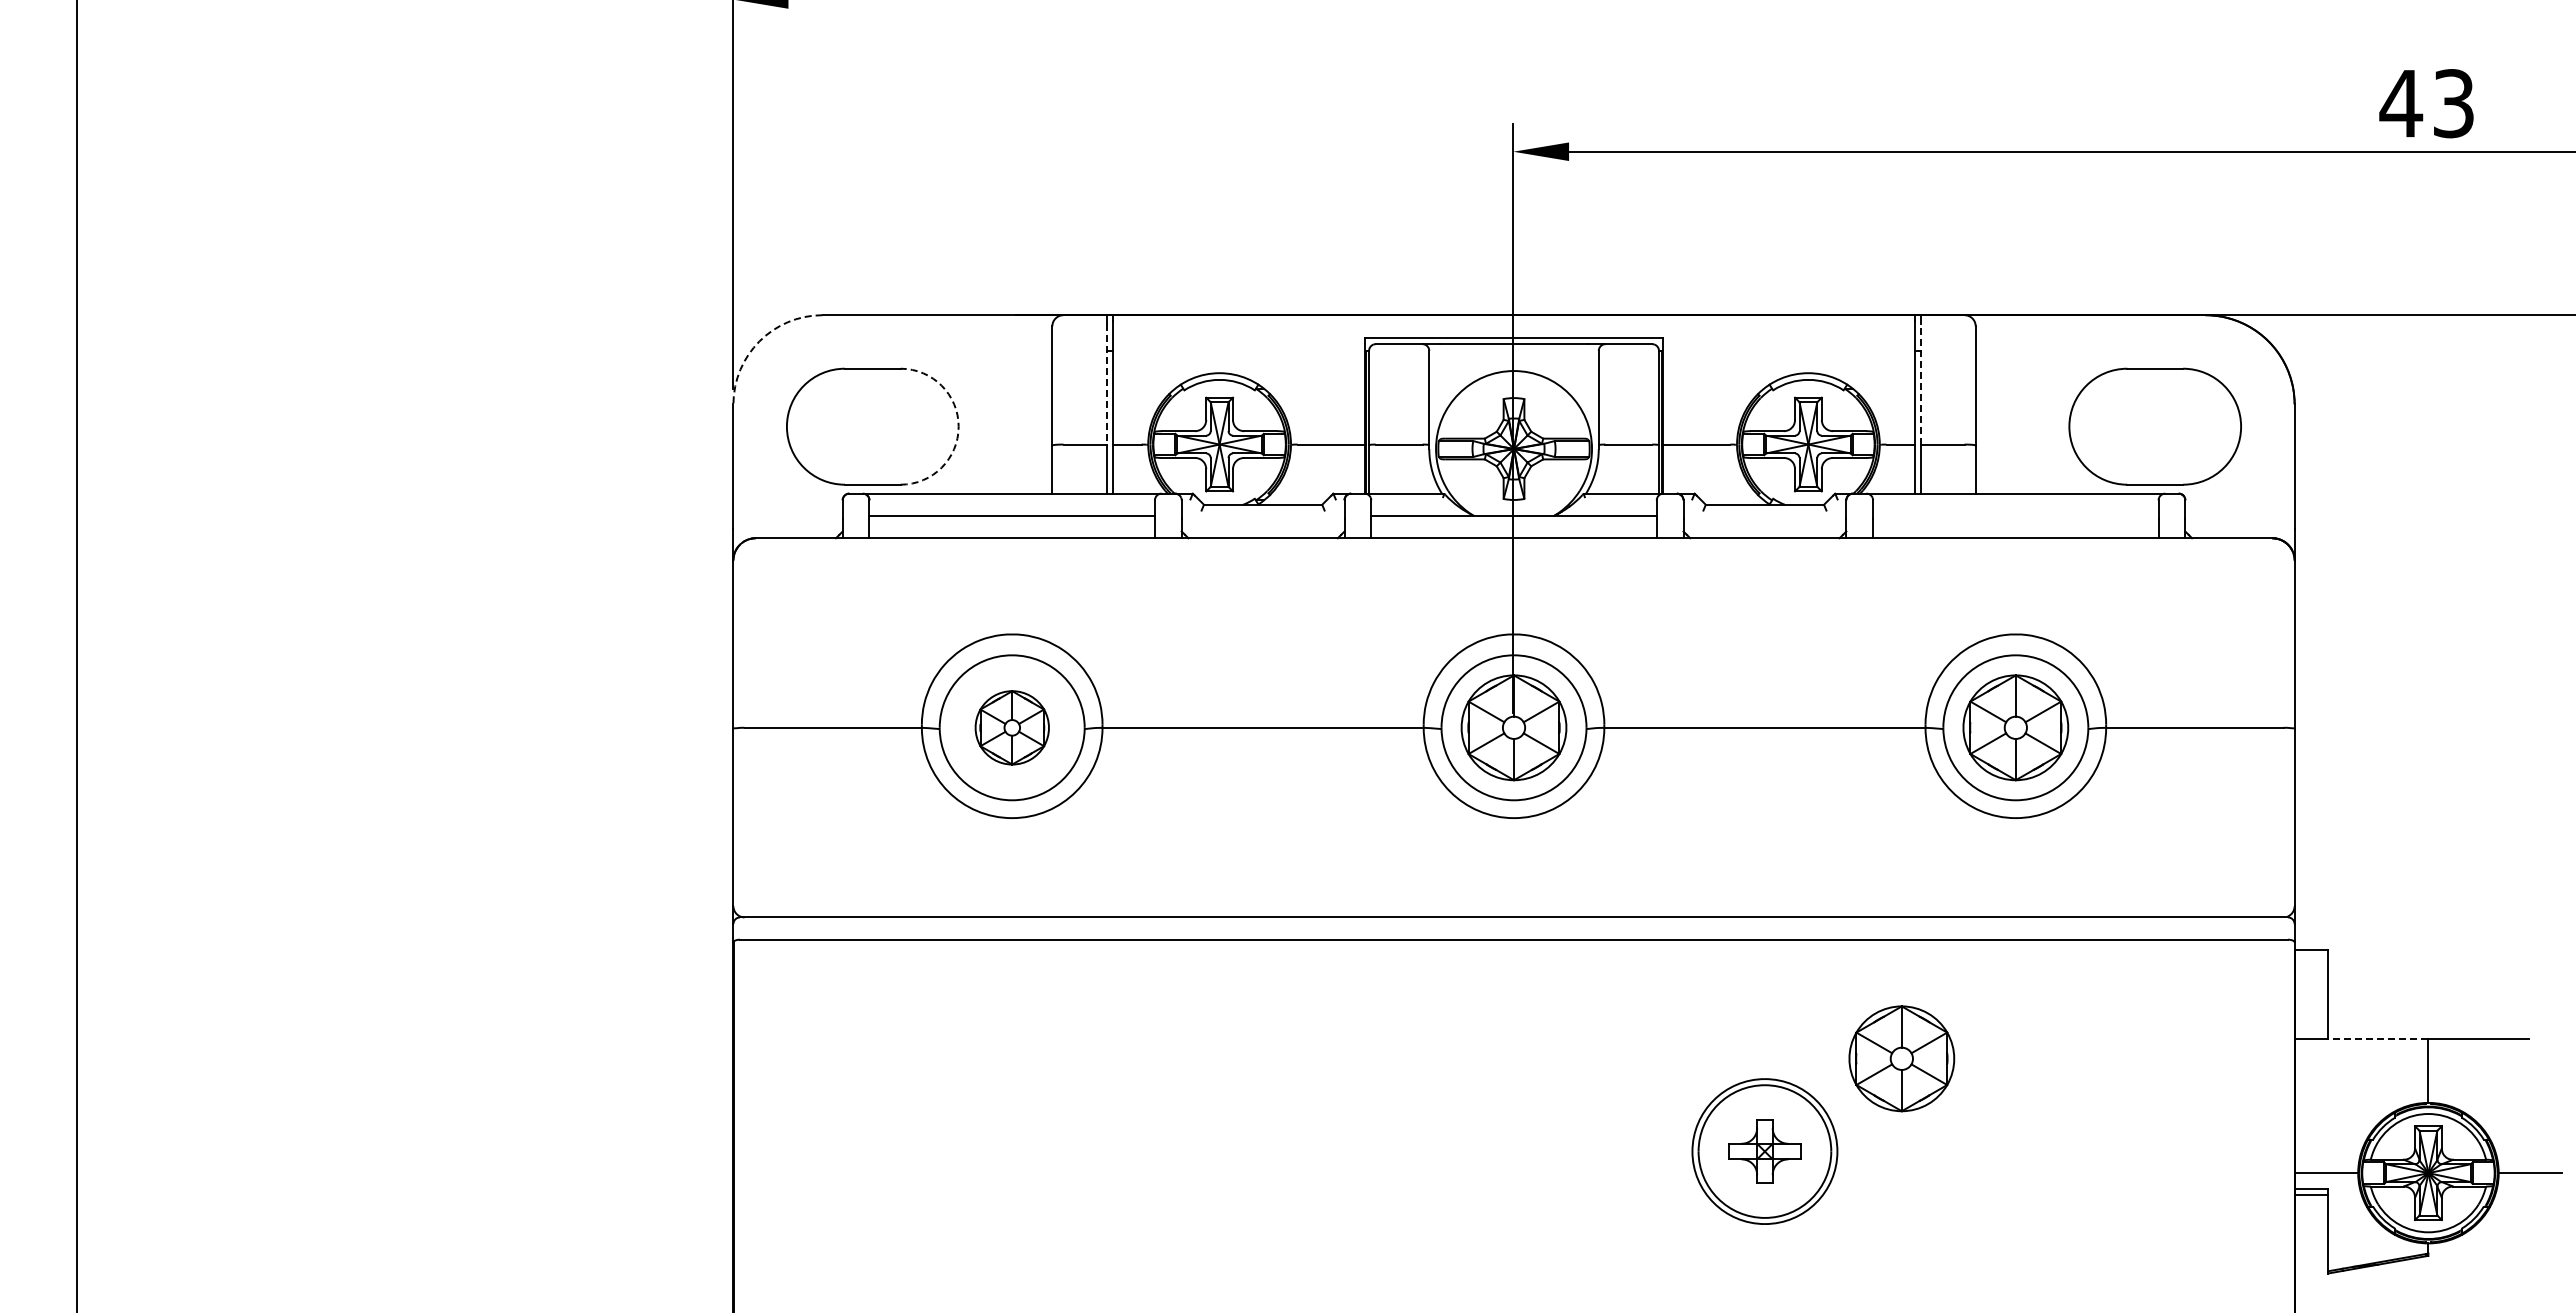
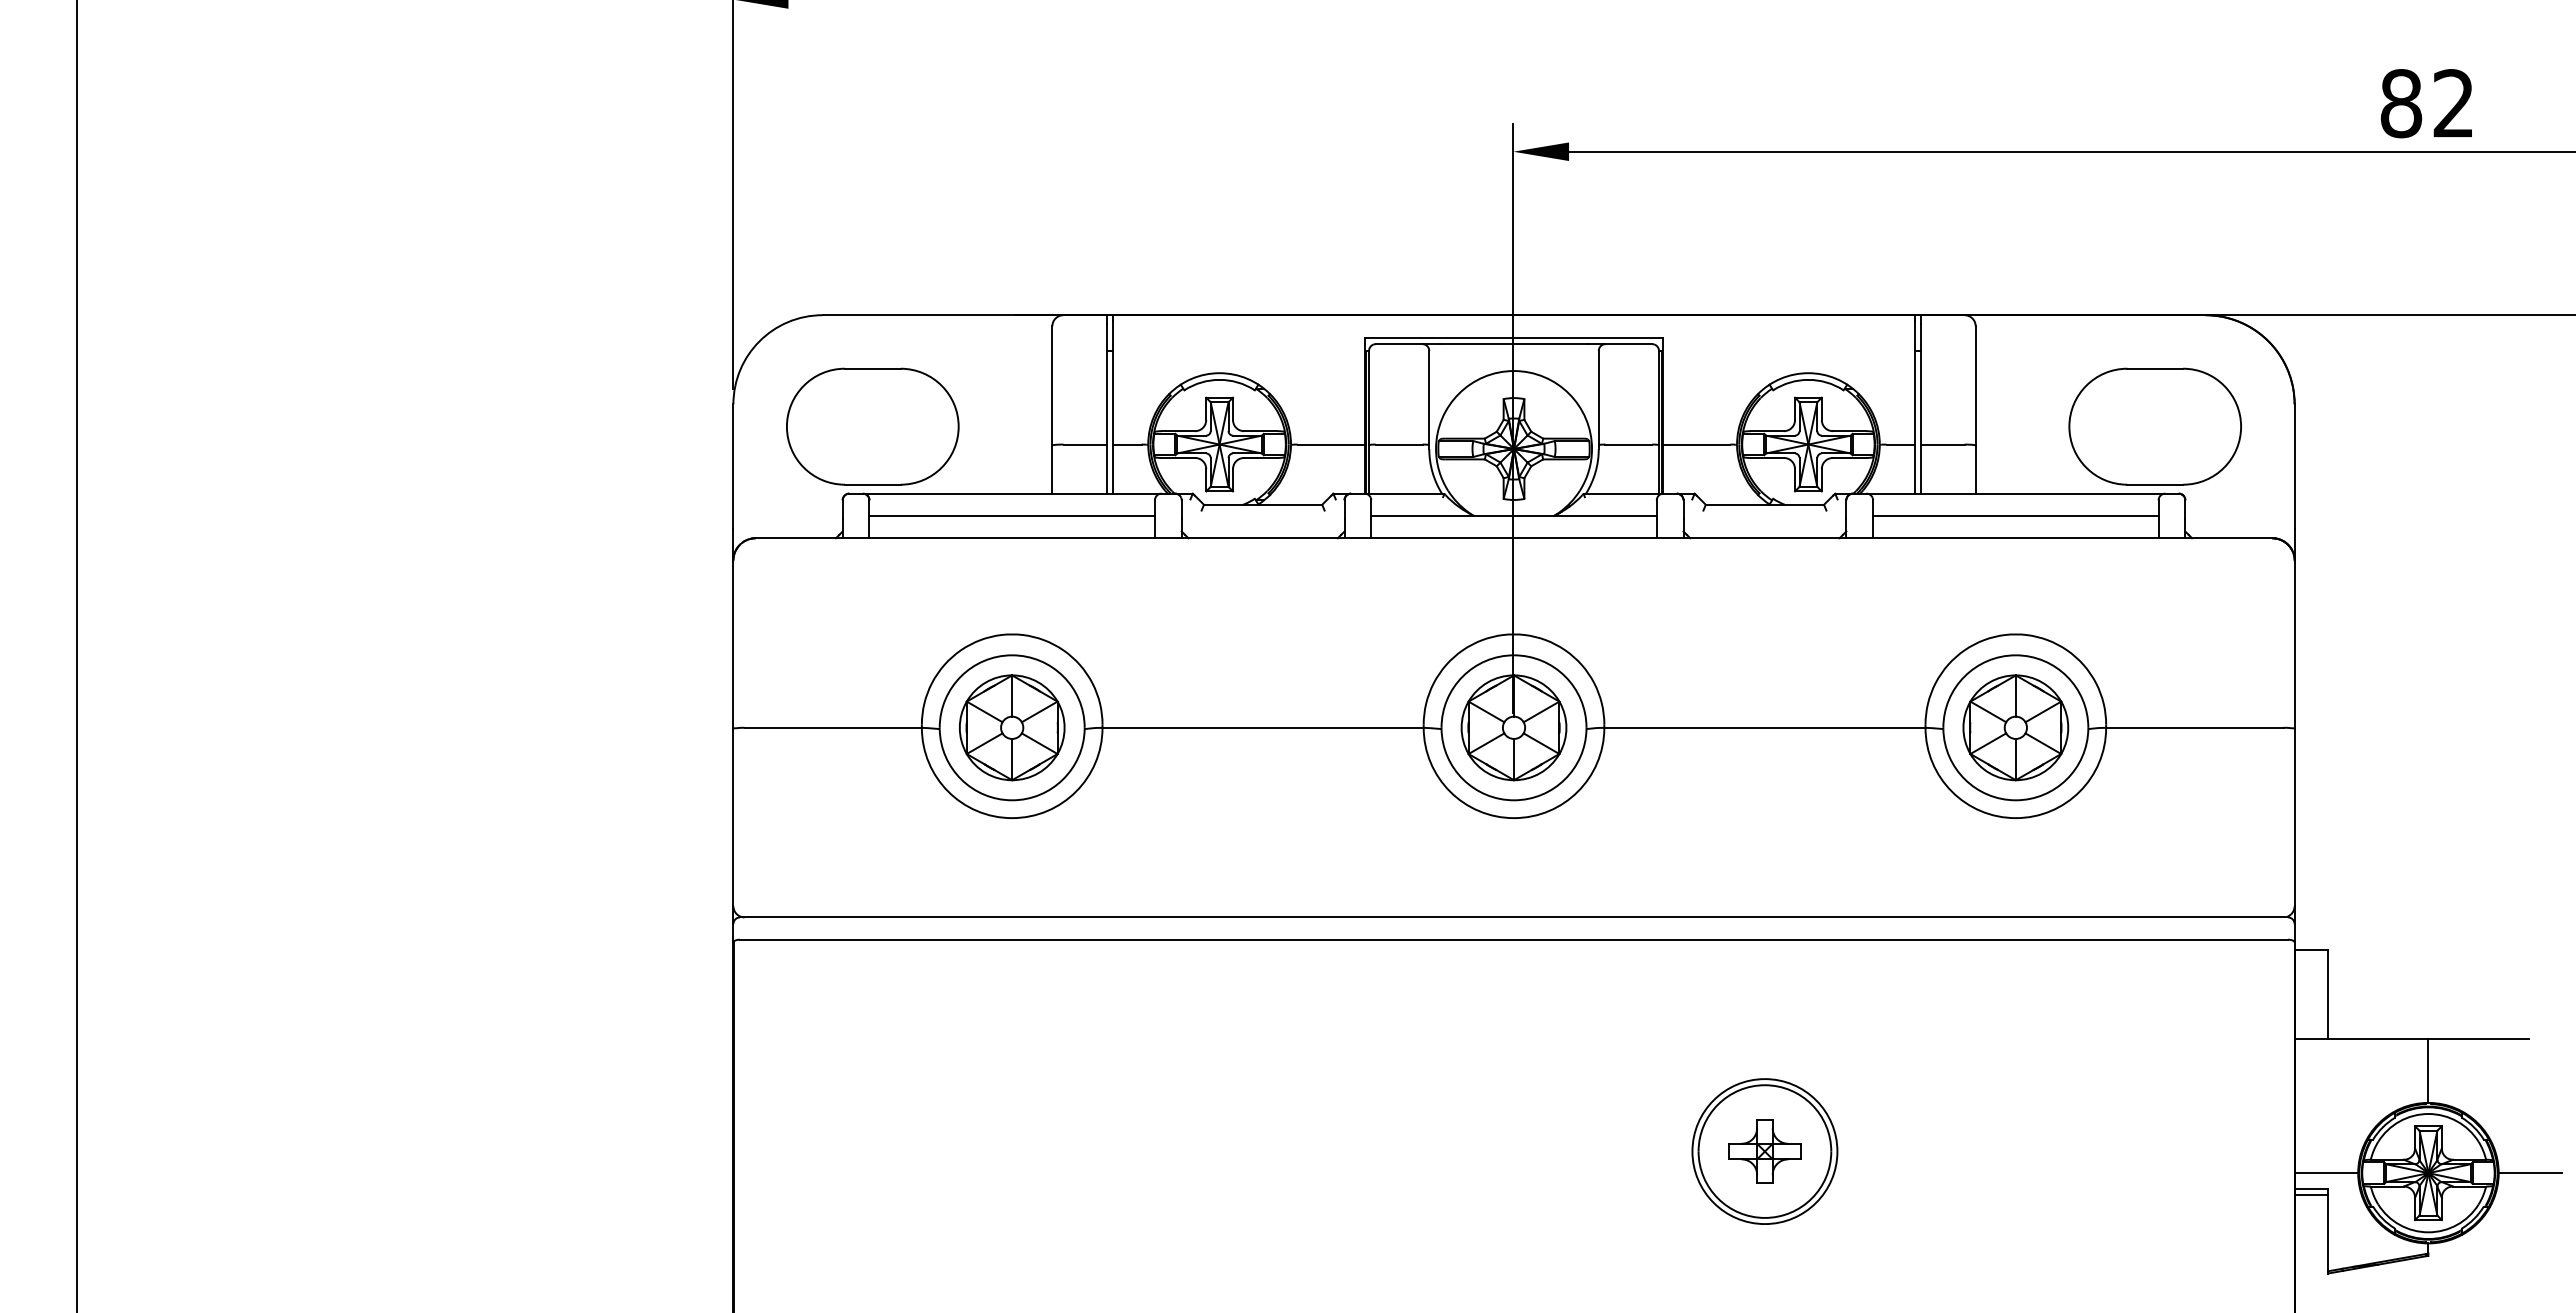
text at (2426, 103): 43 -> 82
arc at (759, 341): dashed -> solid
line at (1921, 384): dashed -> solid
line at (1106, 385): dashed -> solid
arc at (958, 426): dashed -> solid
line at (2015, 515): none -> present
part at (1011, 727) size: 76x76 px -> 107x108 px
line at (2377, 1039): dashed -> solid
part at (1901, 1058): present -> none
